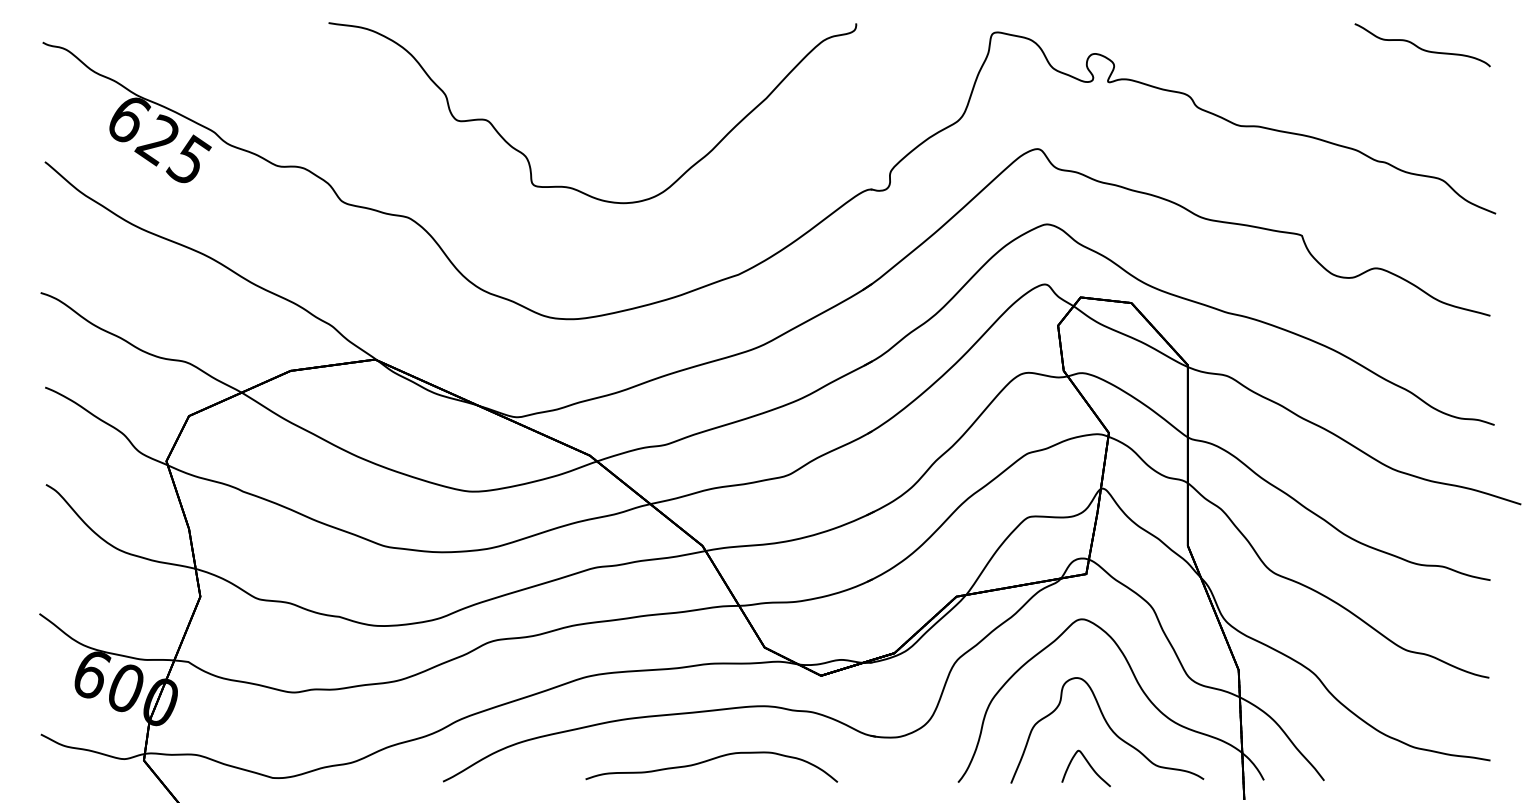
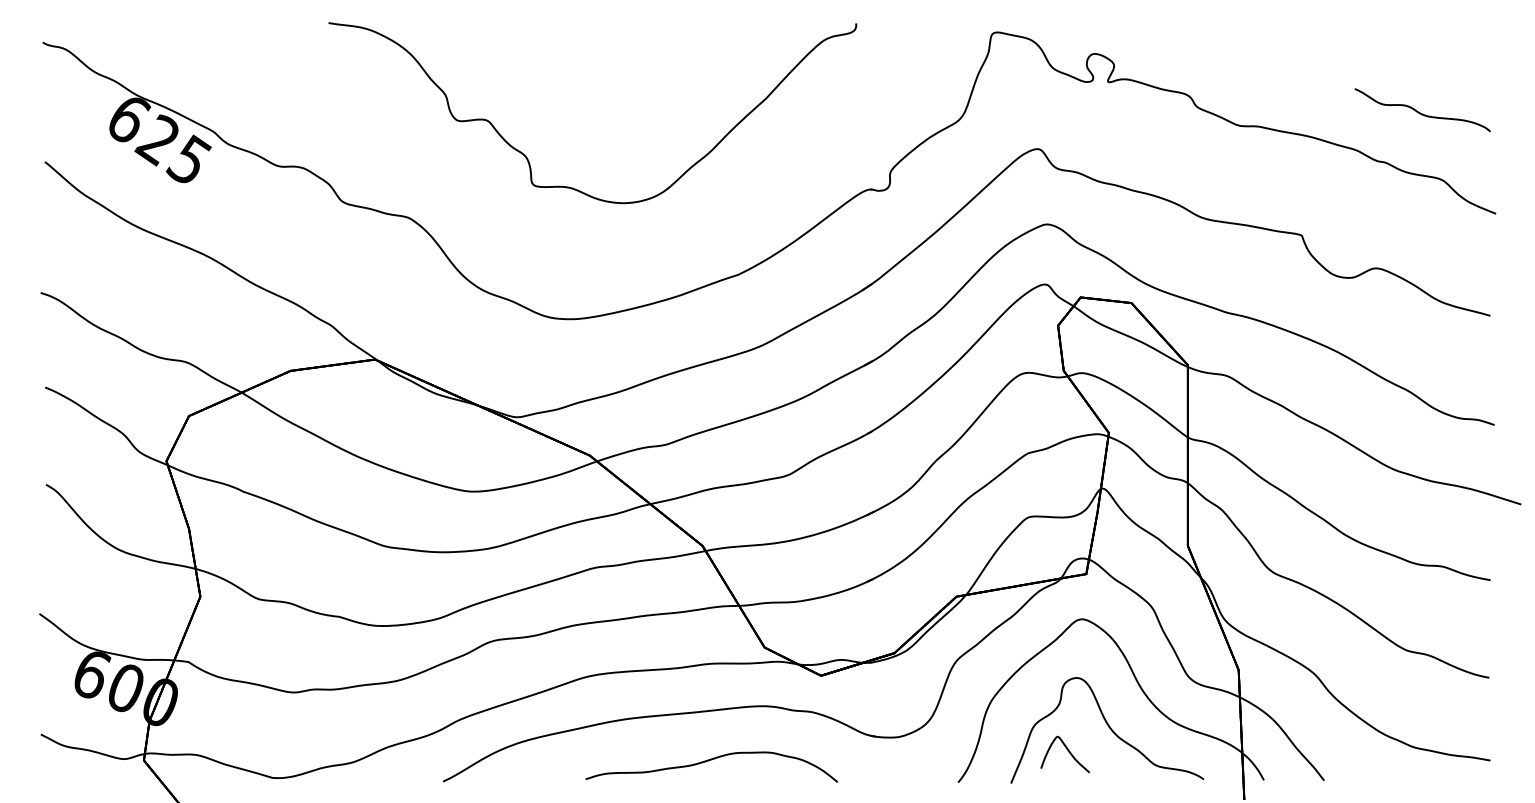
part at (1422, 45) position: (1422, 45) -> (1422, 110)
part at (1085, 768) position: (1085, 768) -> (1064, 754)
